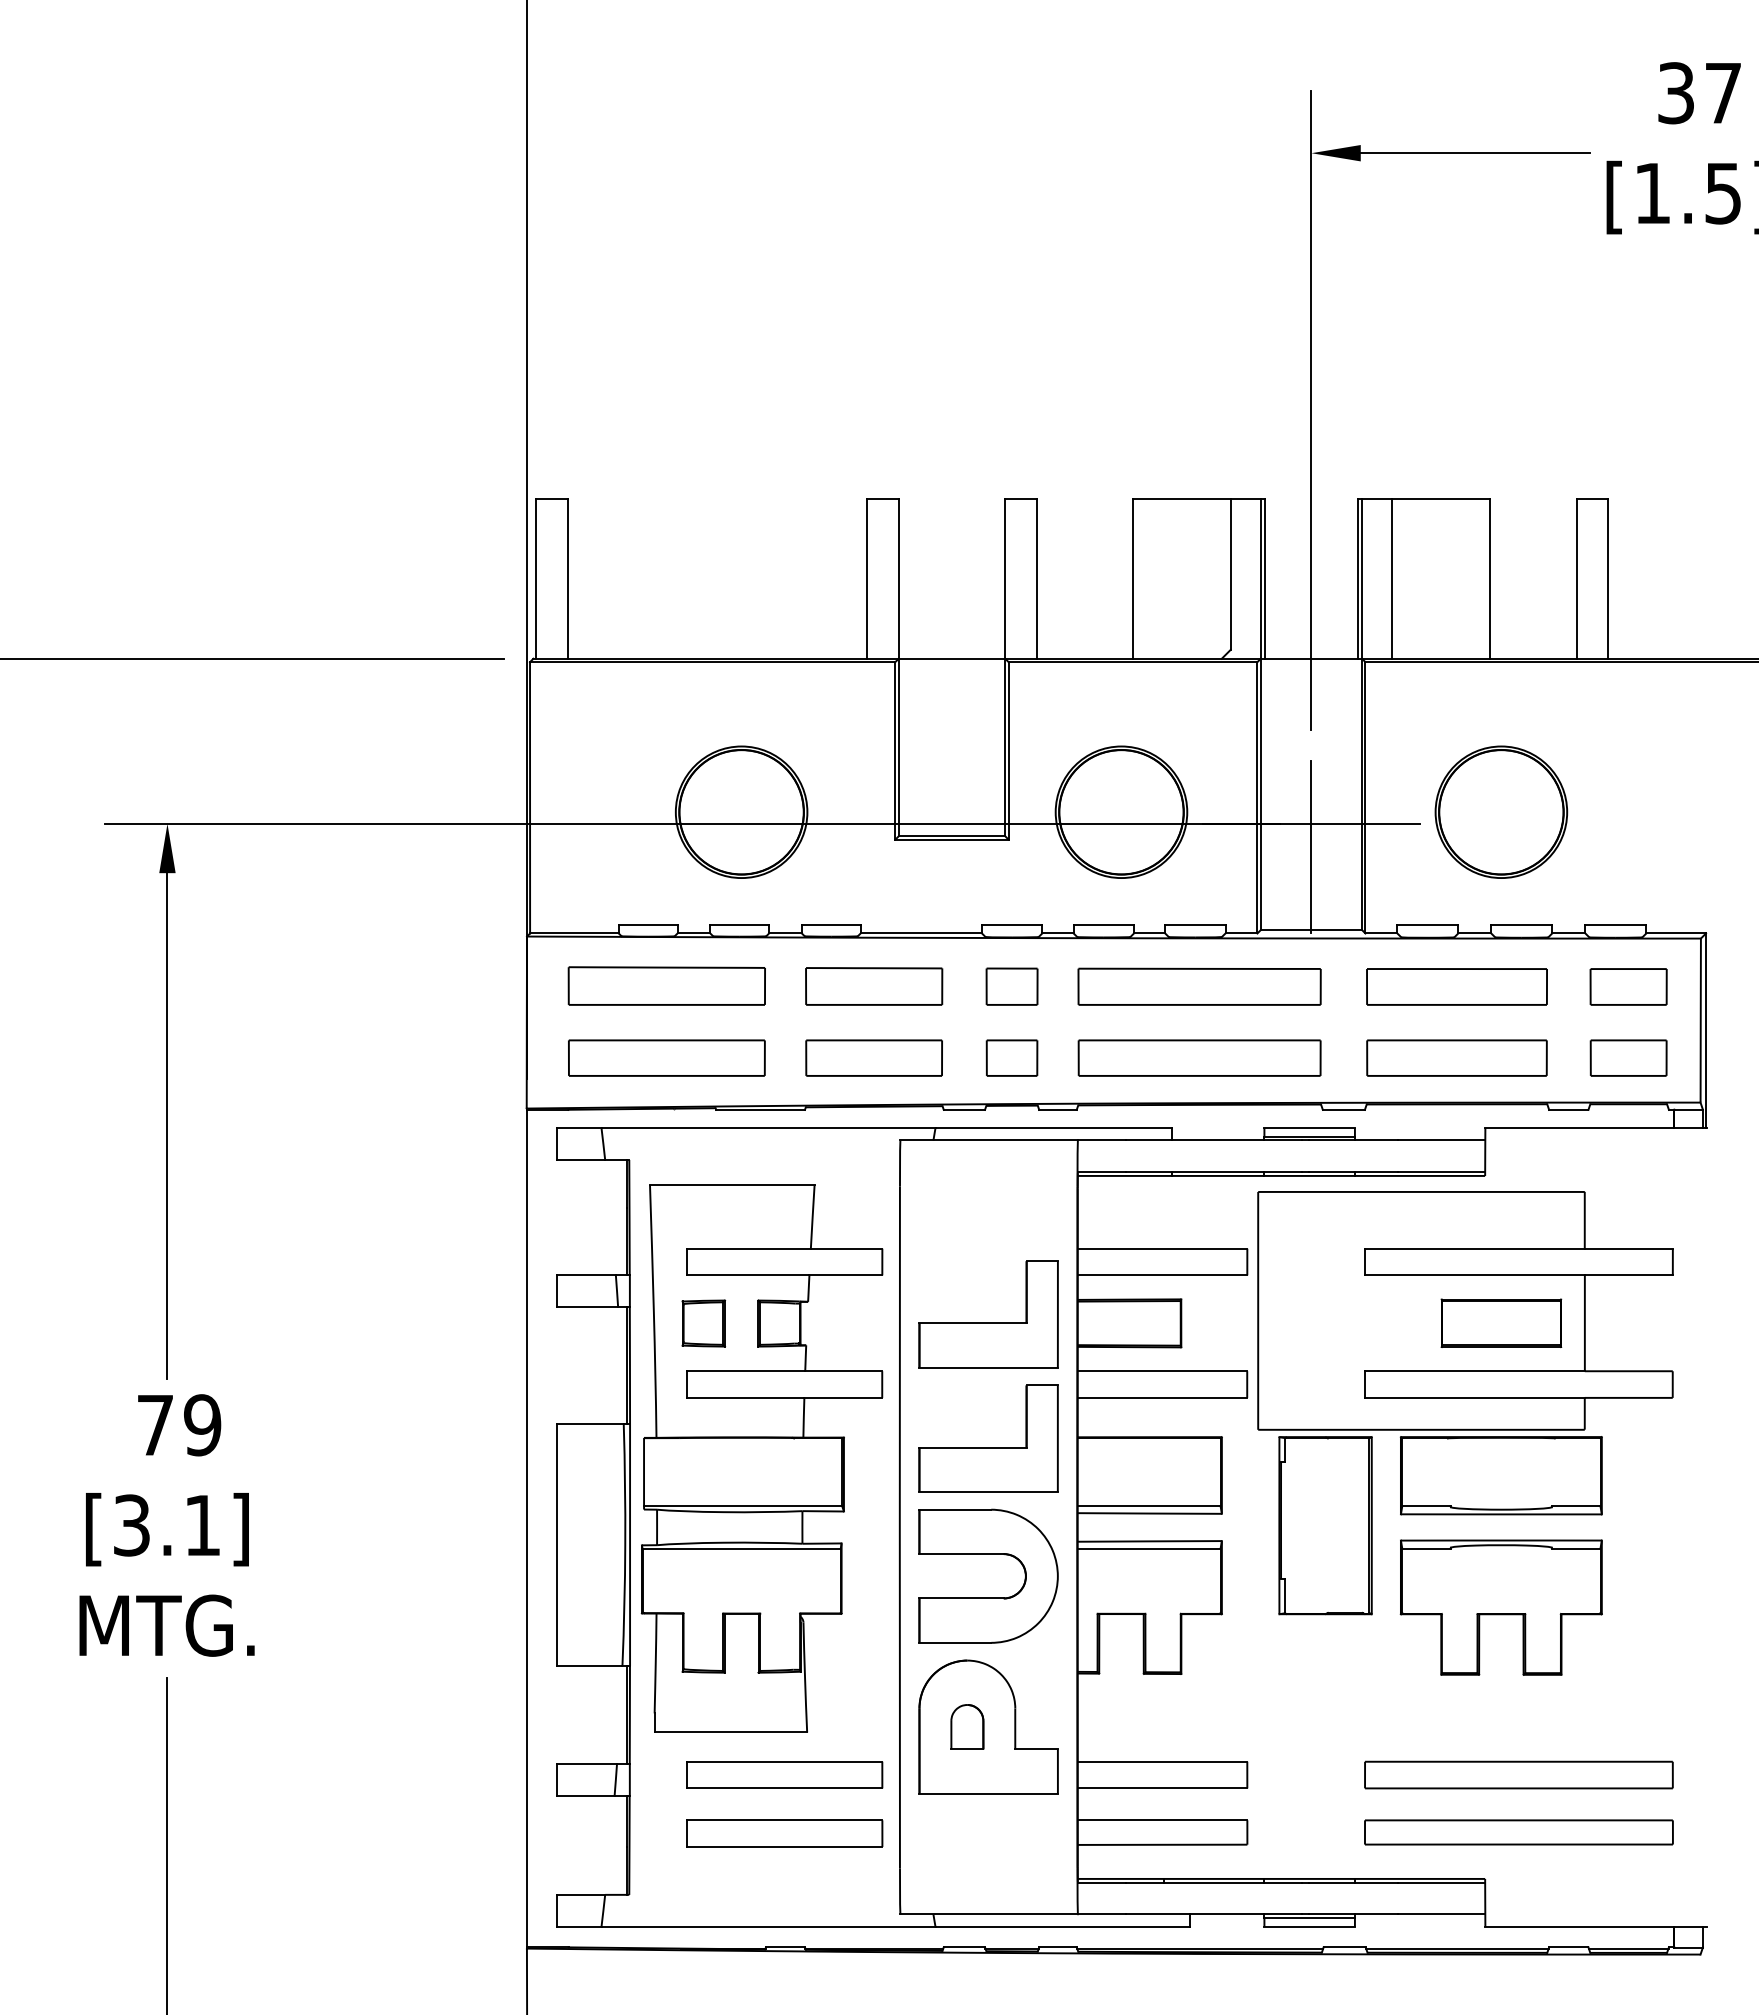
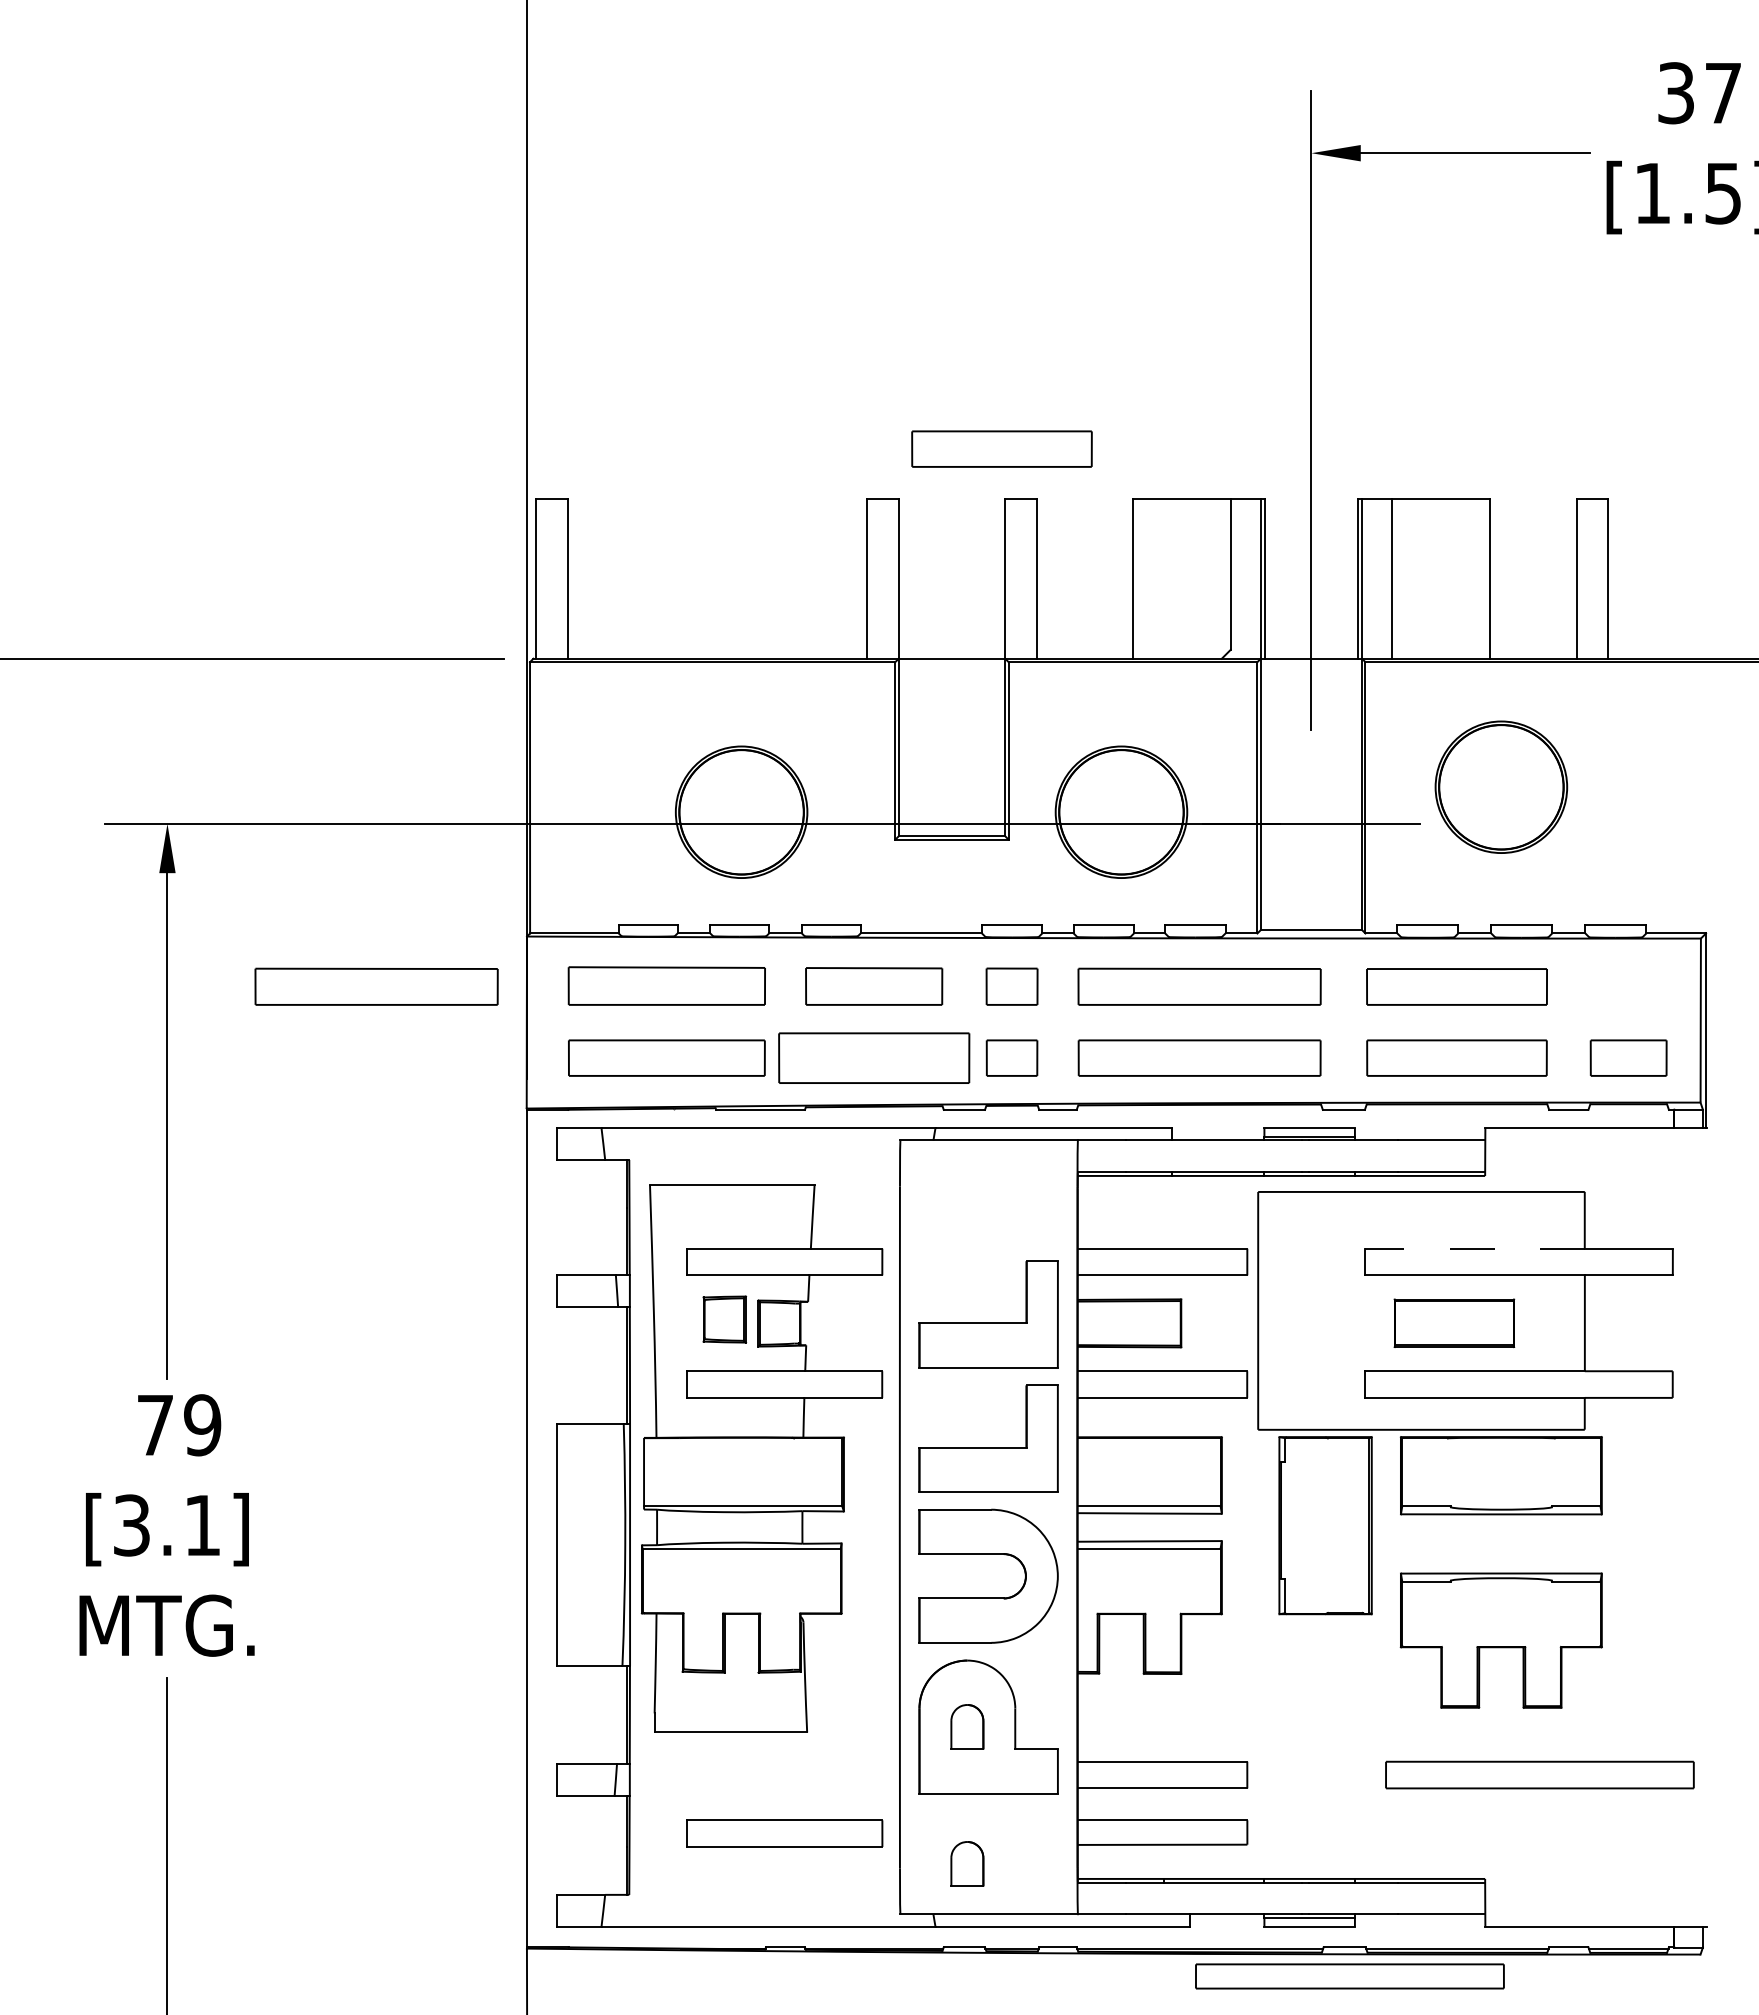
part at (1001, 448): none -> present
part at (1501, 811) position: (1501, 811) -> (1501, 786)
line at (1311, 846): present -> none
part at (376, 986): none -> present
part at (1628, 986): present -> none
part at (873, 1057) size: 138x38 px -> 193x52 px
line at (1474, 1248): solid -> dashed
part at (703, 1323) position: (703, 1323) -> (724, 1319)
part at (1501, 1323) position: (1501, 1323) -> (1454, 1323)
part at (1500, 1607) position: (1500, 1607) -> (1500, 1640)
part at (784, 1774): present -> none
part at (1518, 1774) position: (1518, 1774) -> (1539, 1774)
part at (1518, 1832) position: (1518, 1832) -> (1349, 1976)
part at (967, 1863): none -> present
